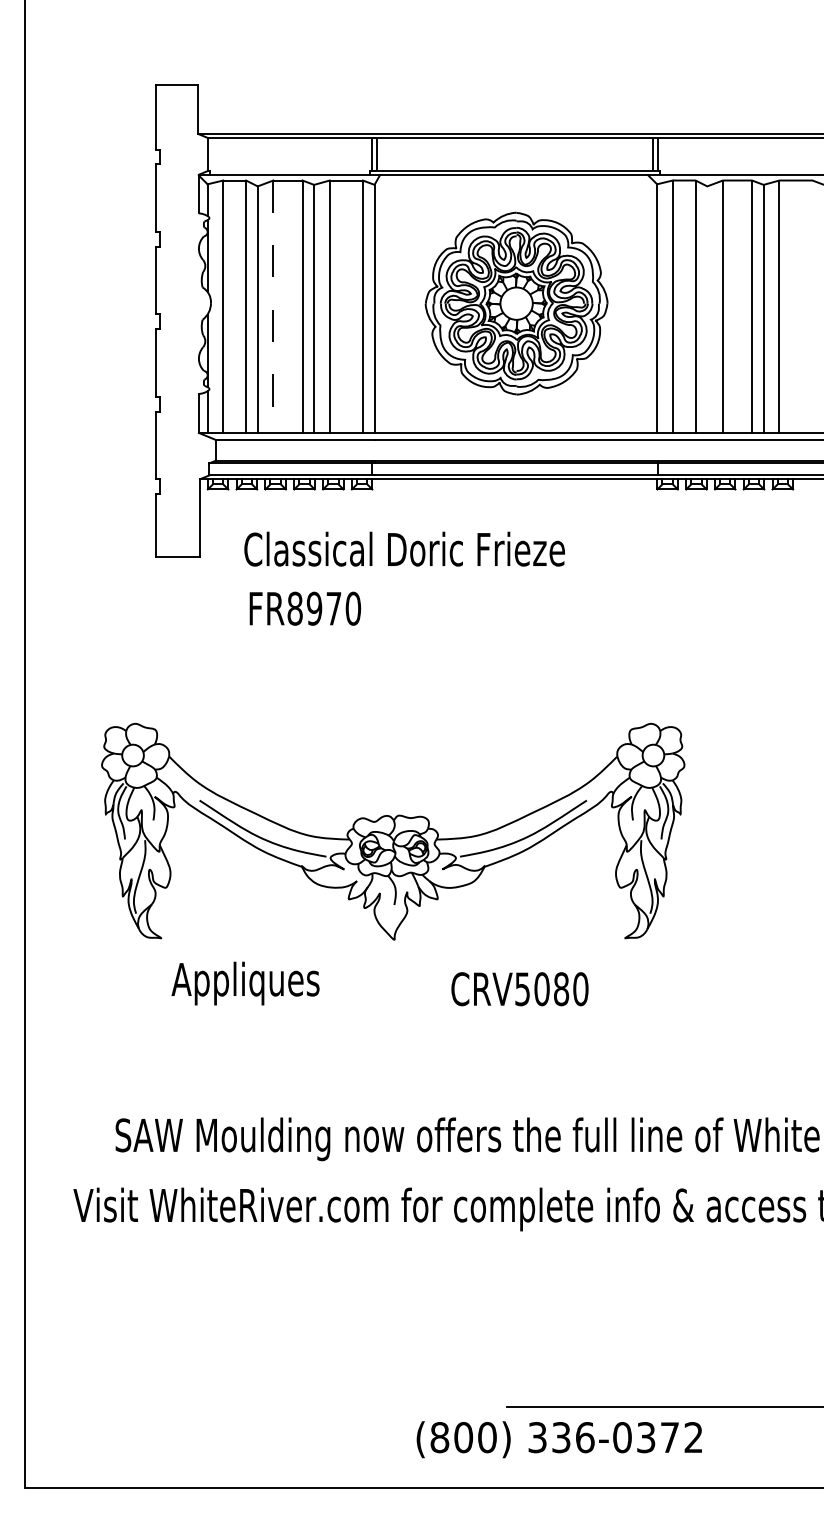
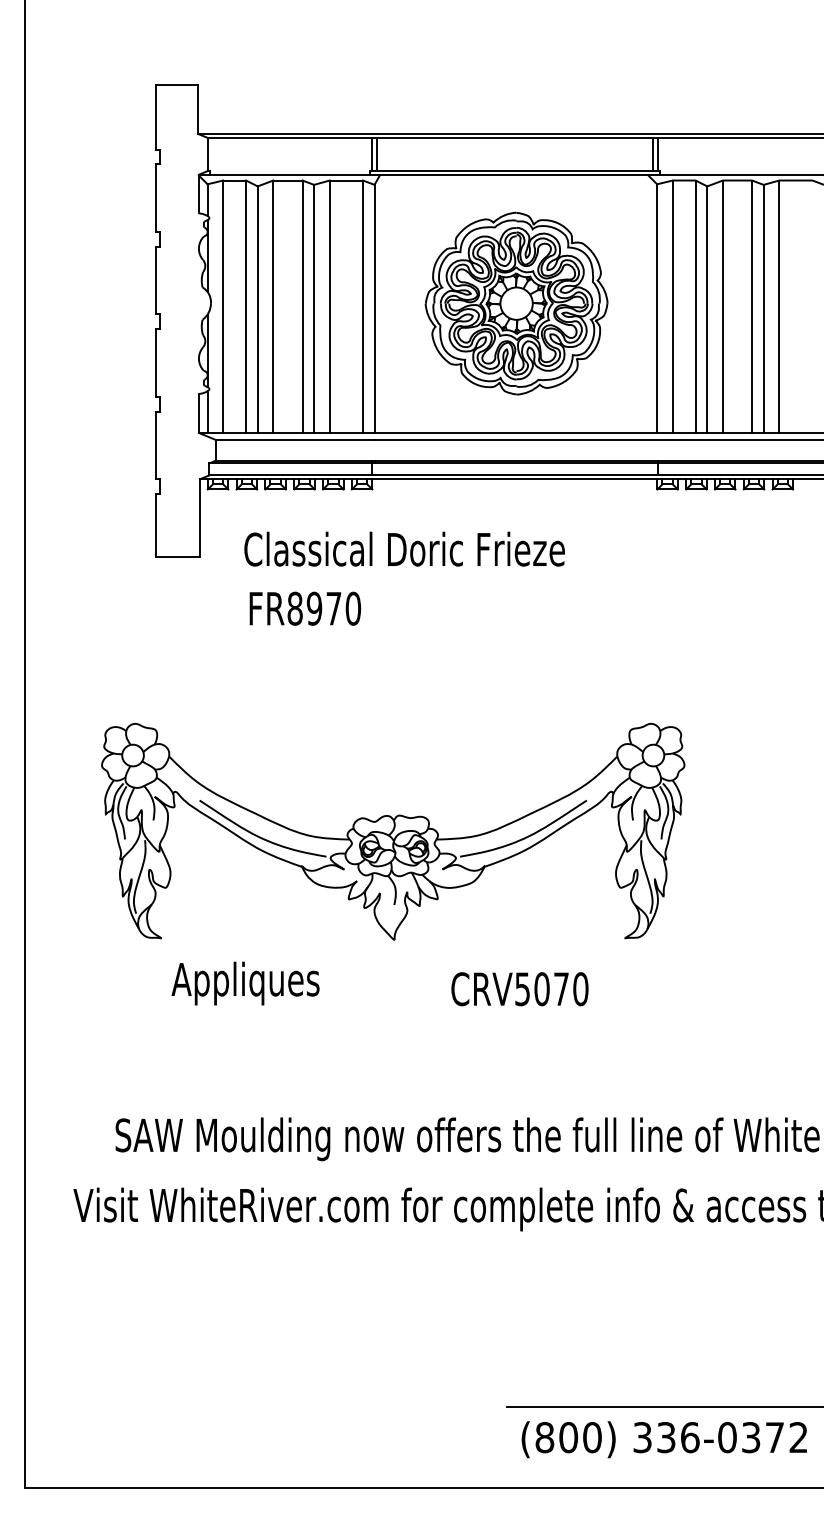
line at (273, 307): dashed -> solid
line at (707, 309): none -> present
text at (561, 989): CRV5080 -> CRV5070
text at (558, 1439) position: (558, 1439) -> (663, 1439)
